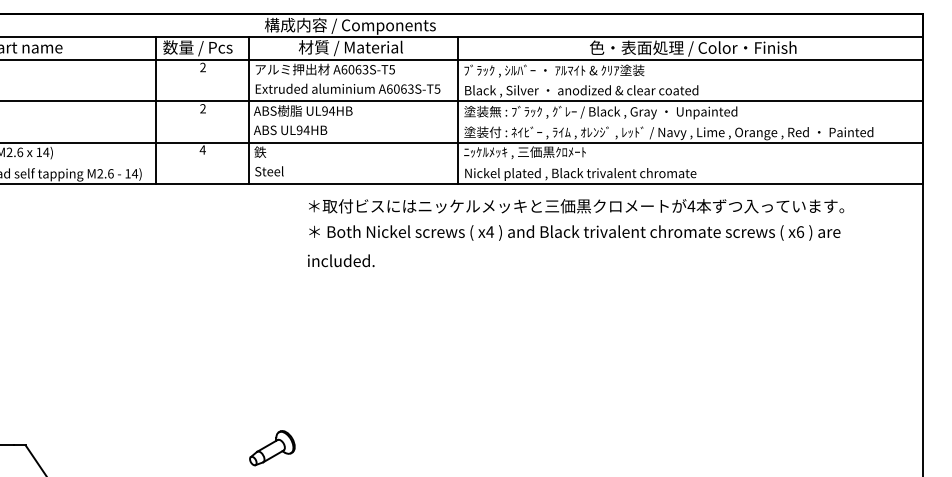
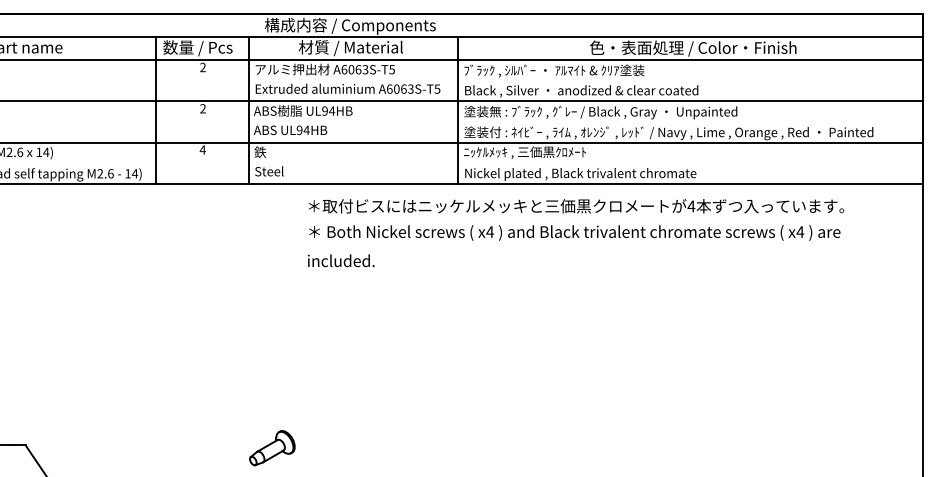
text at (800, 231): x6 -> x4
